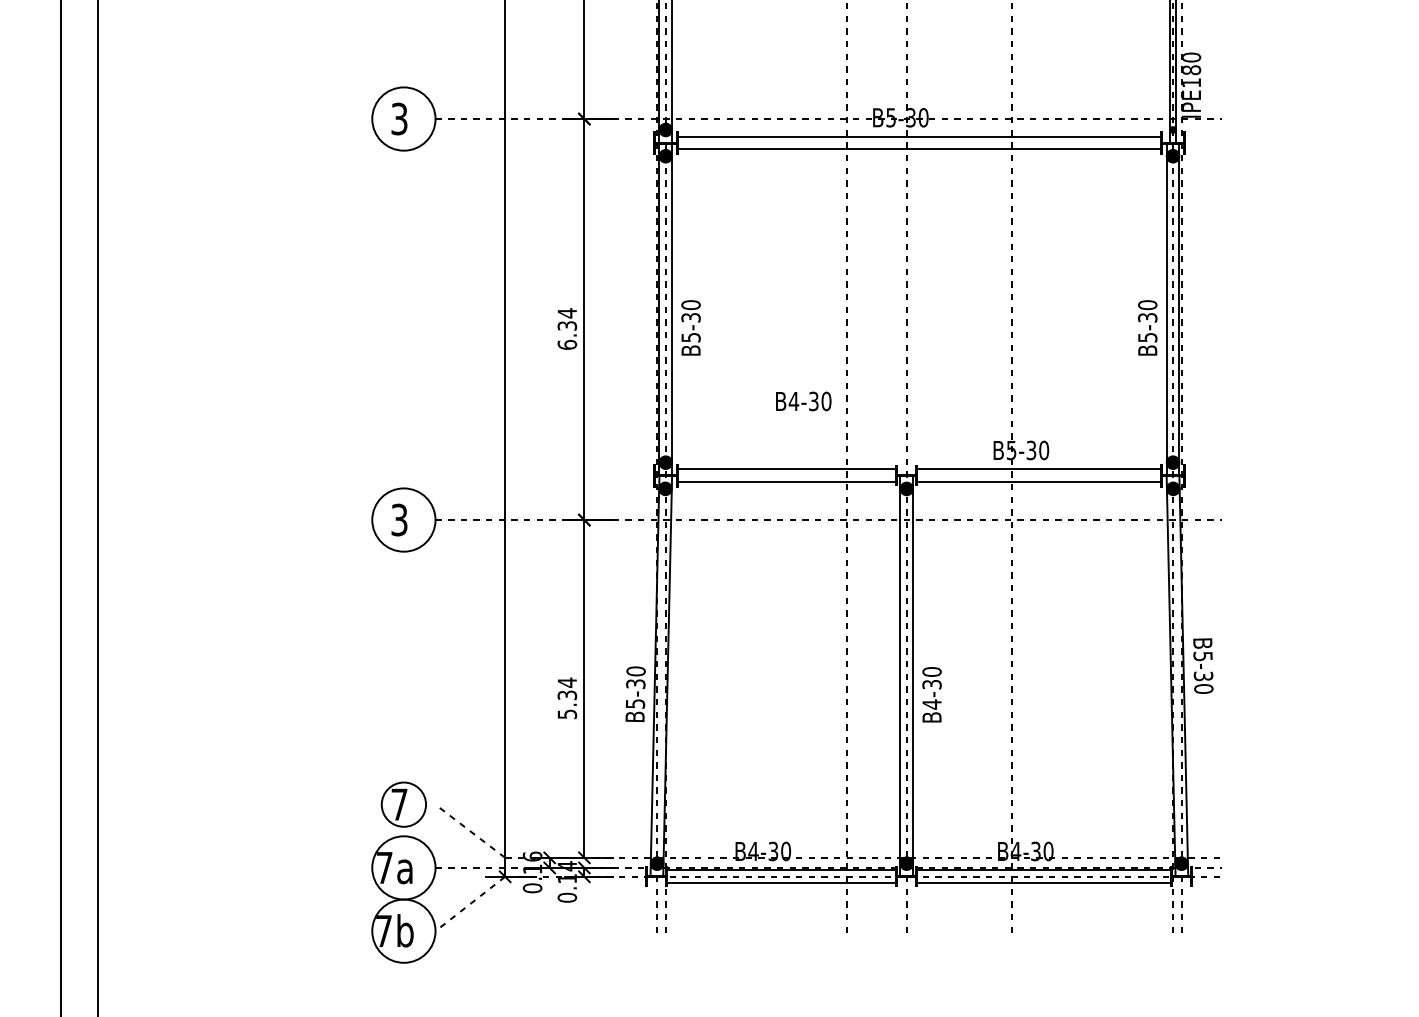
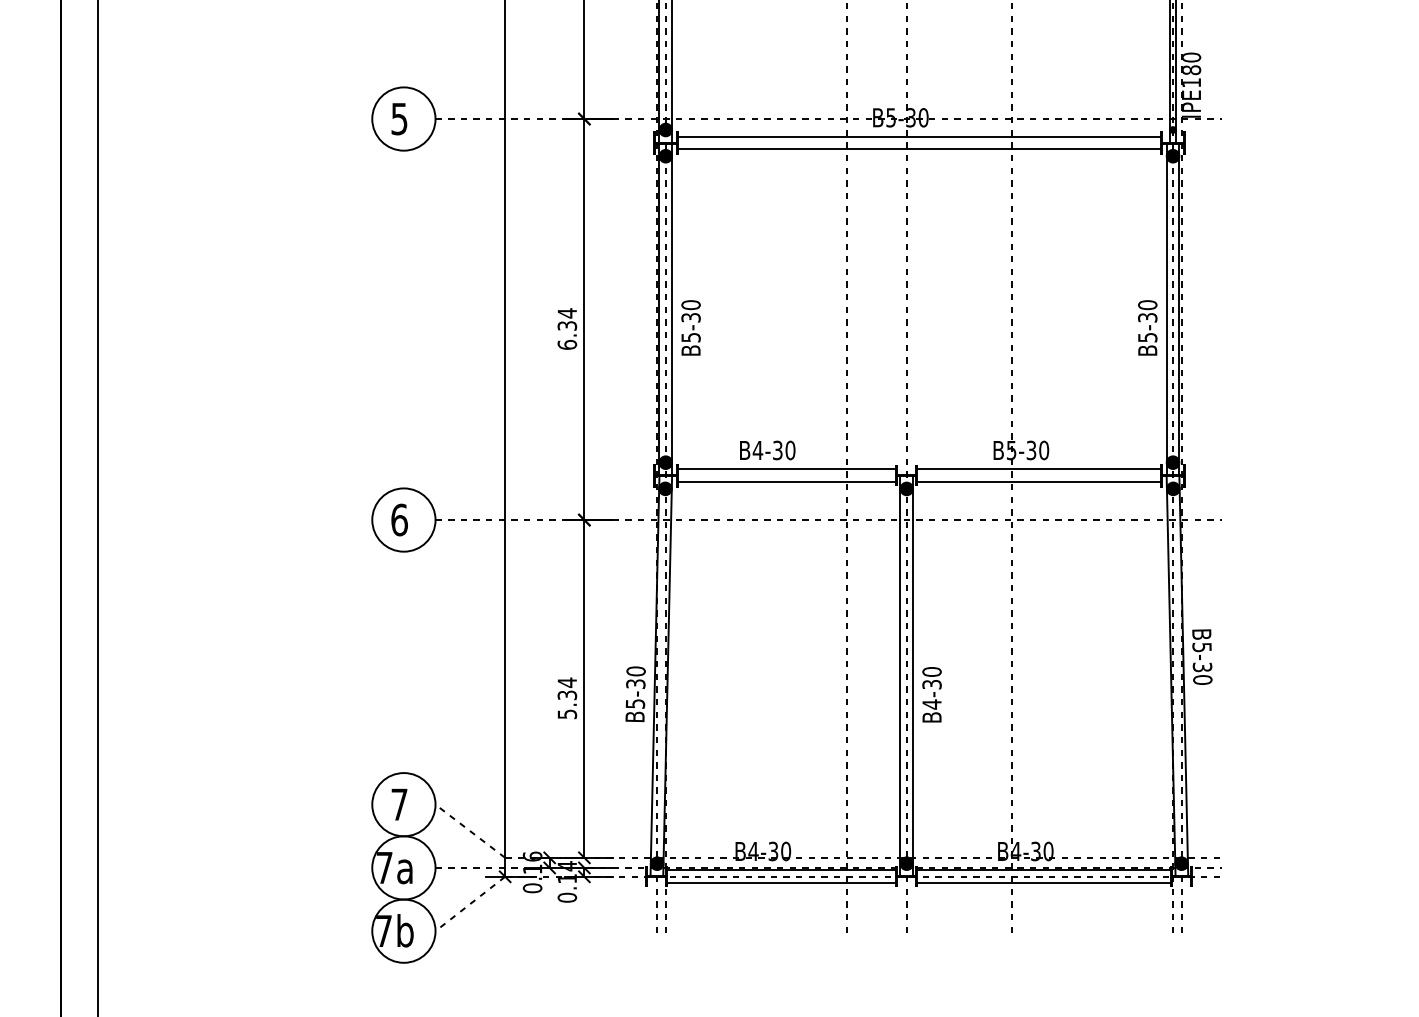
text at (399, 118): 3 -> 5
text at (803, 401) position: (803, 401) -> (767, 450)
text at (399, 519): 3 -> 6
text at (1203, 665) position: (1203, 665) -> (1202, 656)
circle at (403, 804) diameter: 44 px -> 63 px
